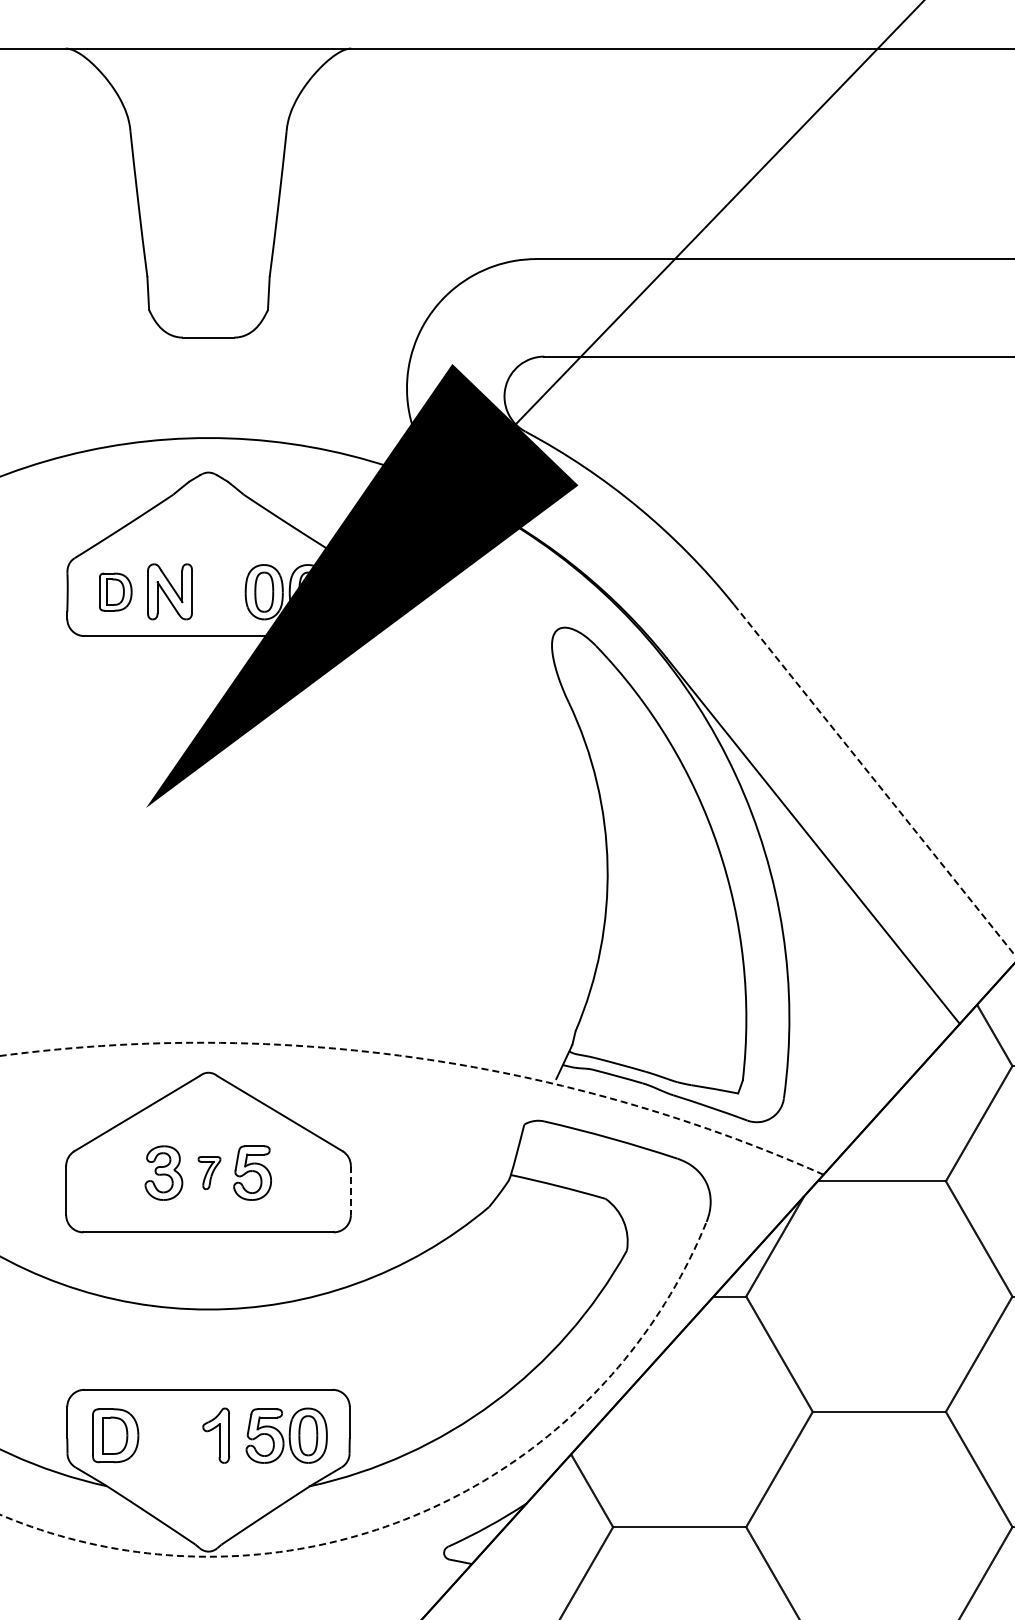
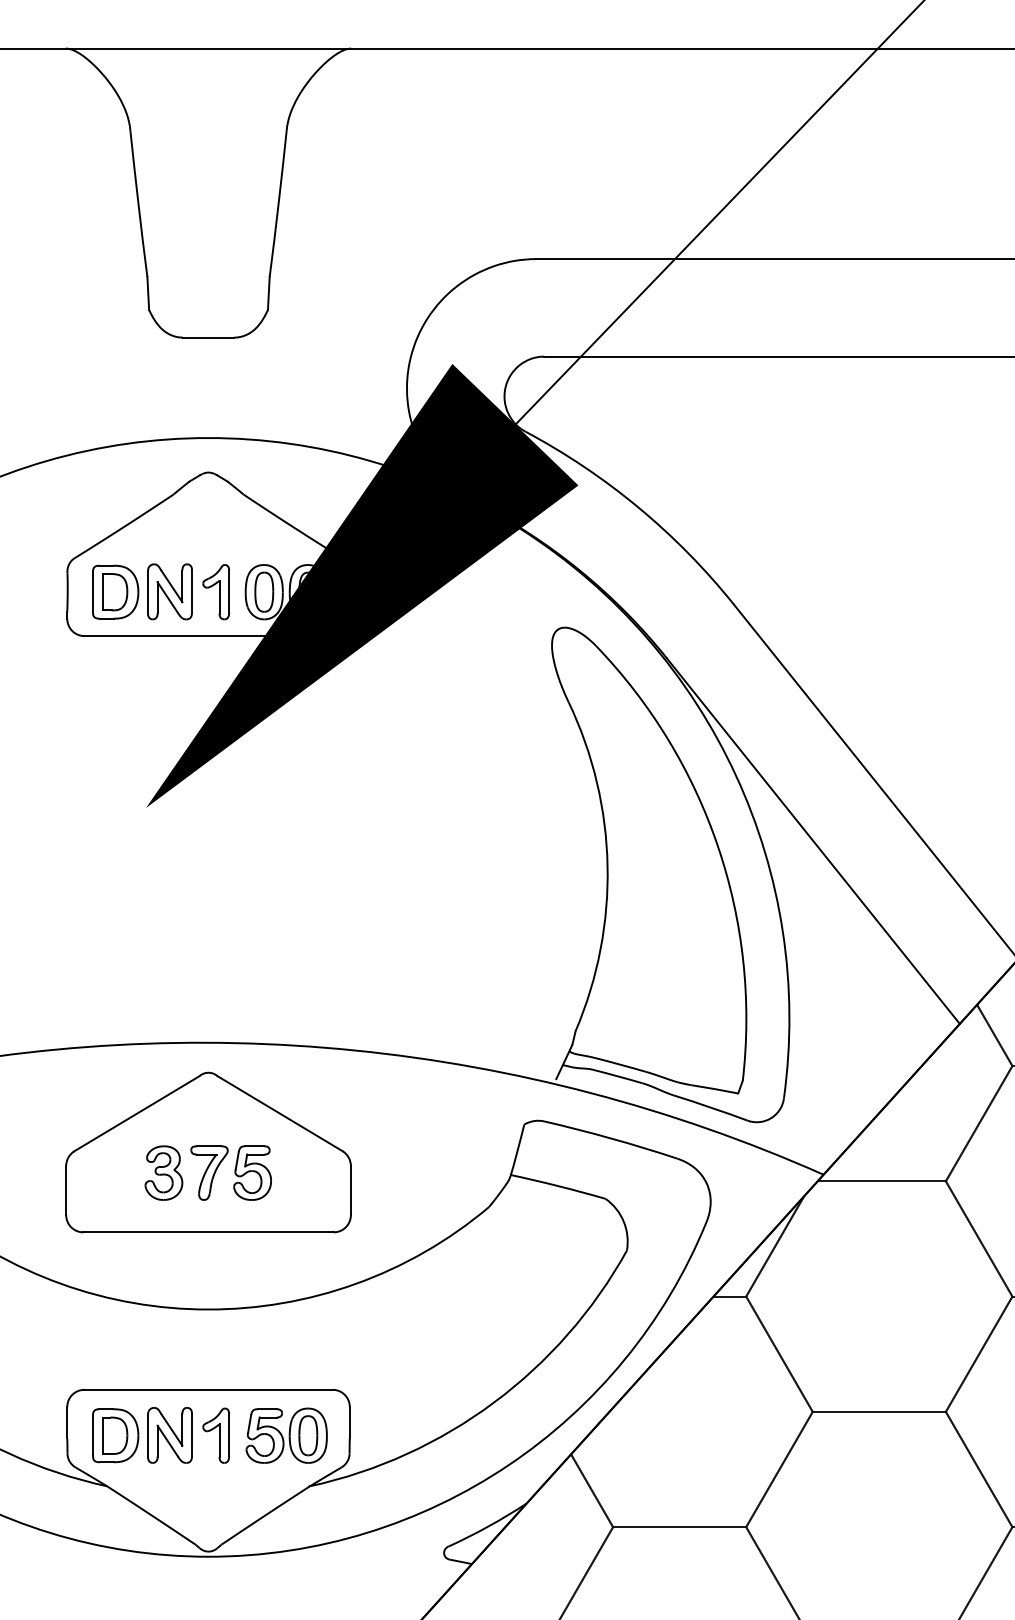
part at (115, 591) size: 34x40 px -> 48x56 px
part at (216, 592): none -> present
line at (874, 780): dashed -> solid
arc at (421, 1058): dashed -> solid
part at (209, 1173) size: 25x35 px -> 39x56 px
line at (350, 1190): dashed -> solid
part at (169, 1435): none -> present
arc at (414, 1515): dashed -> solid
